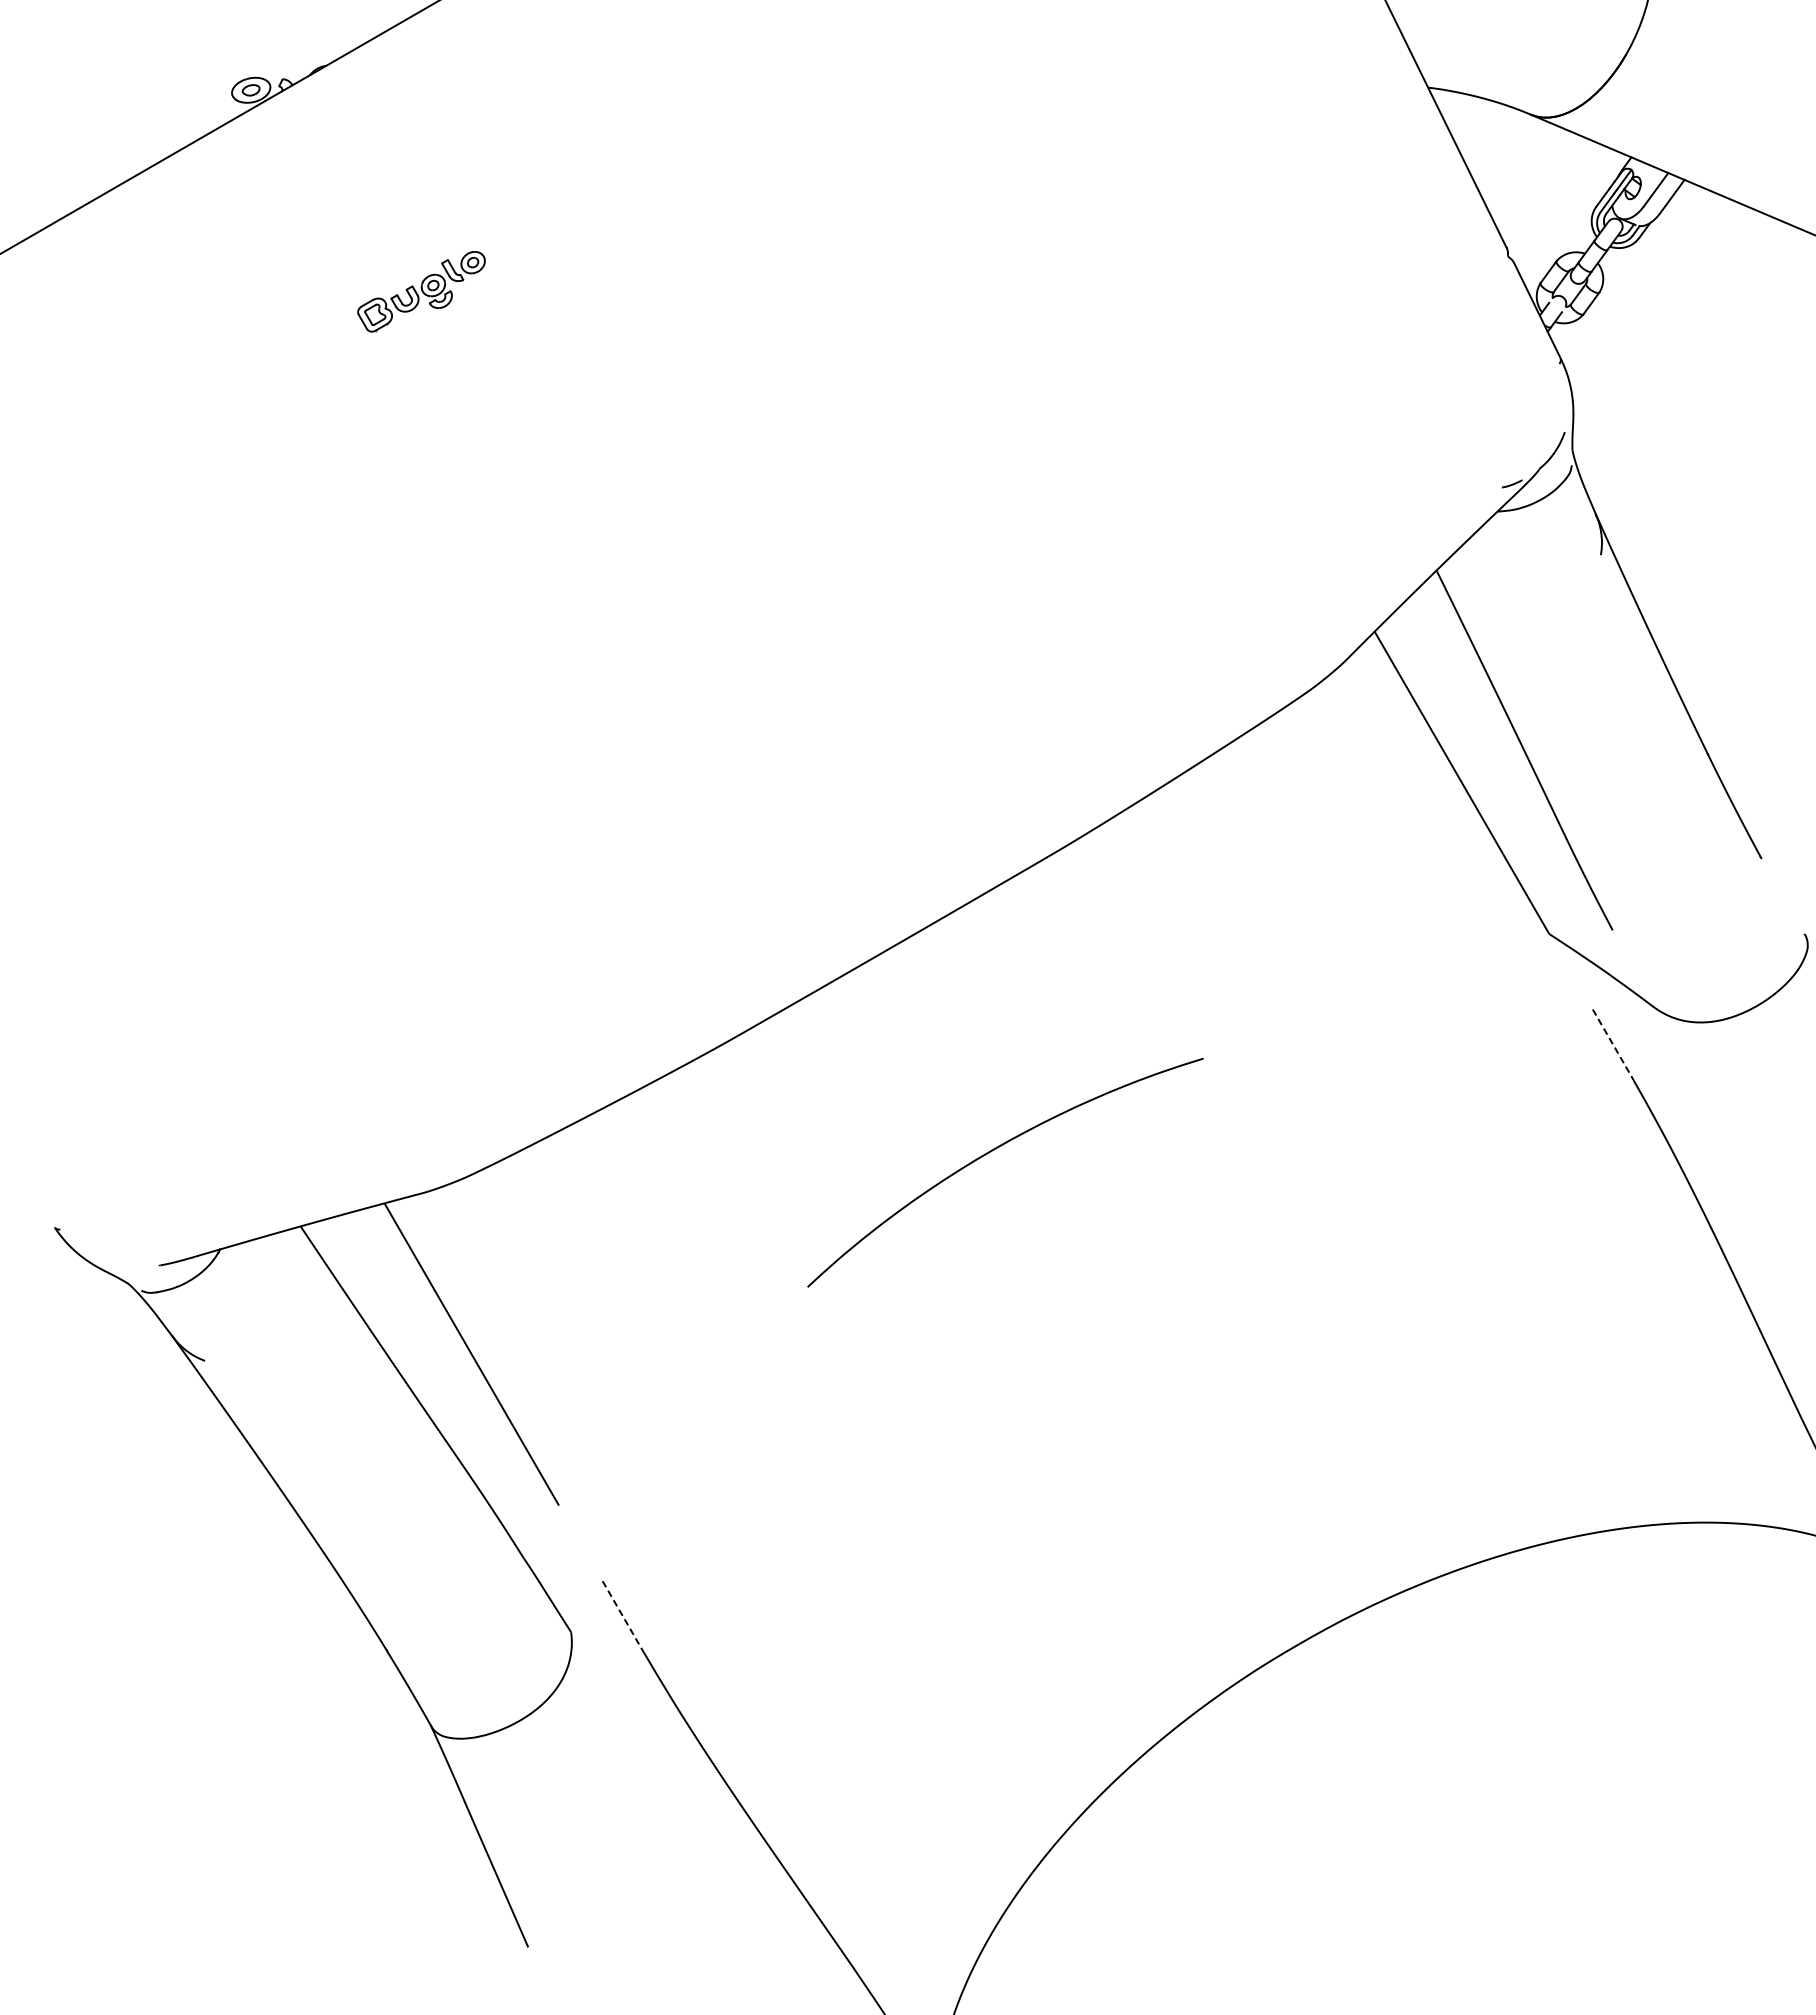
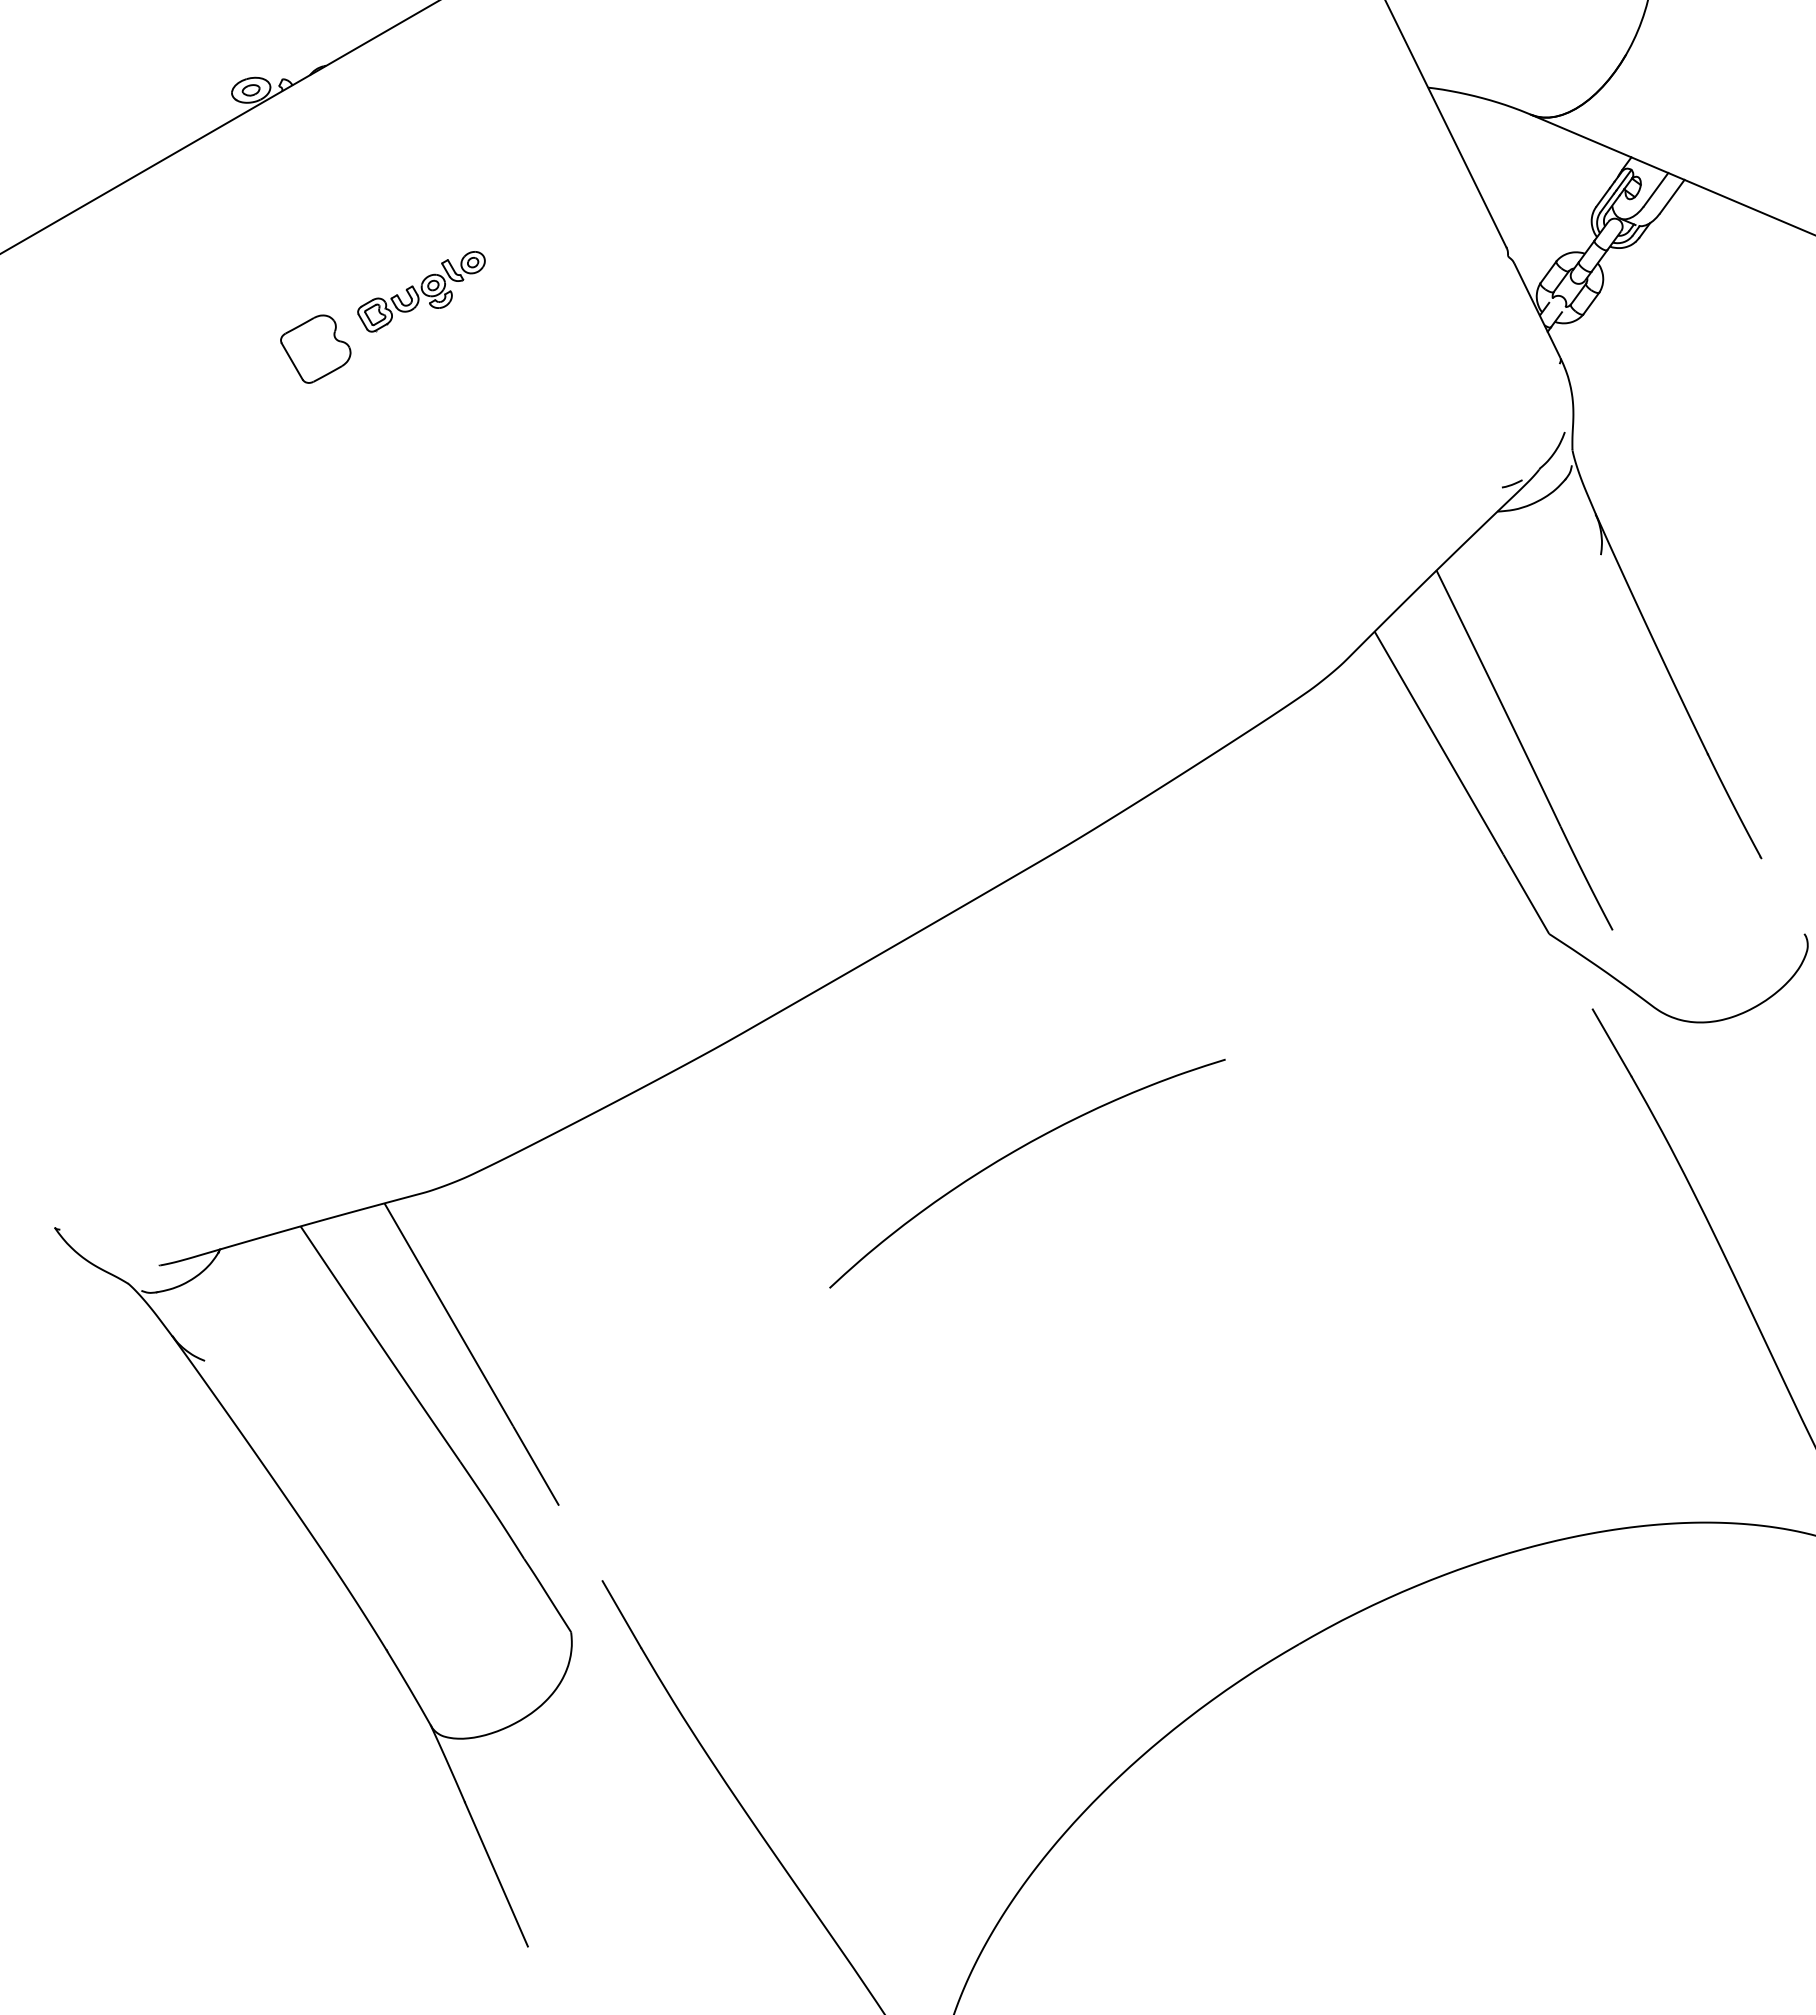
part at (315, 348): none -> present
line at (1612, 1043): dashed -> solid
curve at (994, 1150) position: (994, 1150) -> (1016, 1151)
line at (622, 1614): dashed -> solid
